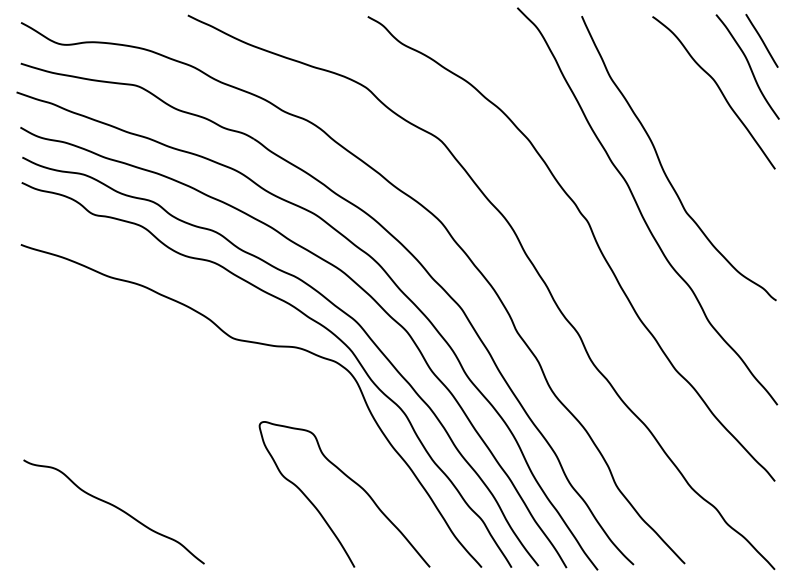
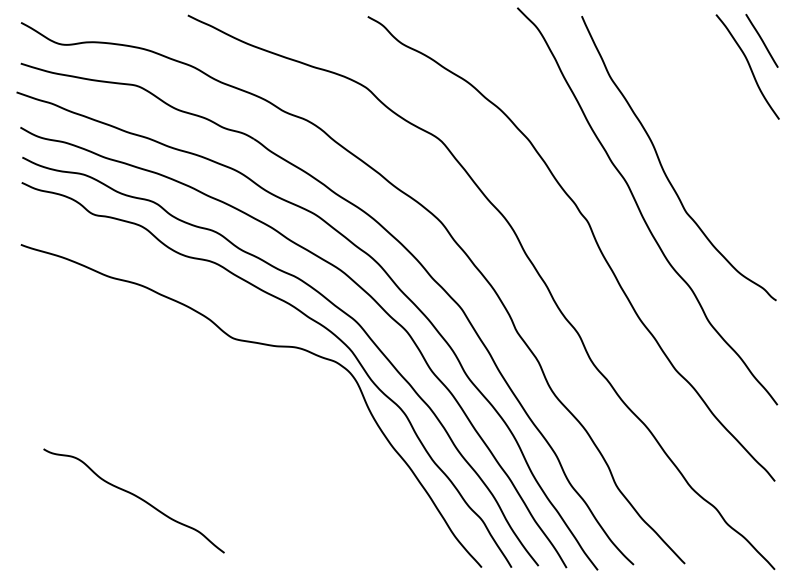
curve at (719, 90): present -> none
curve at (354, 483): present -> none
curve at (114, 507) position: (114, 507) -> (134, 496)
